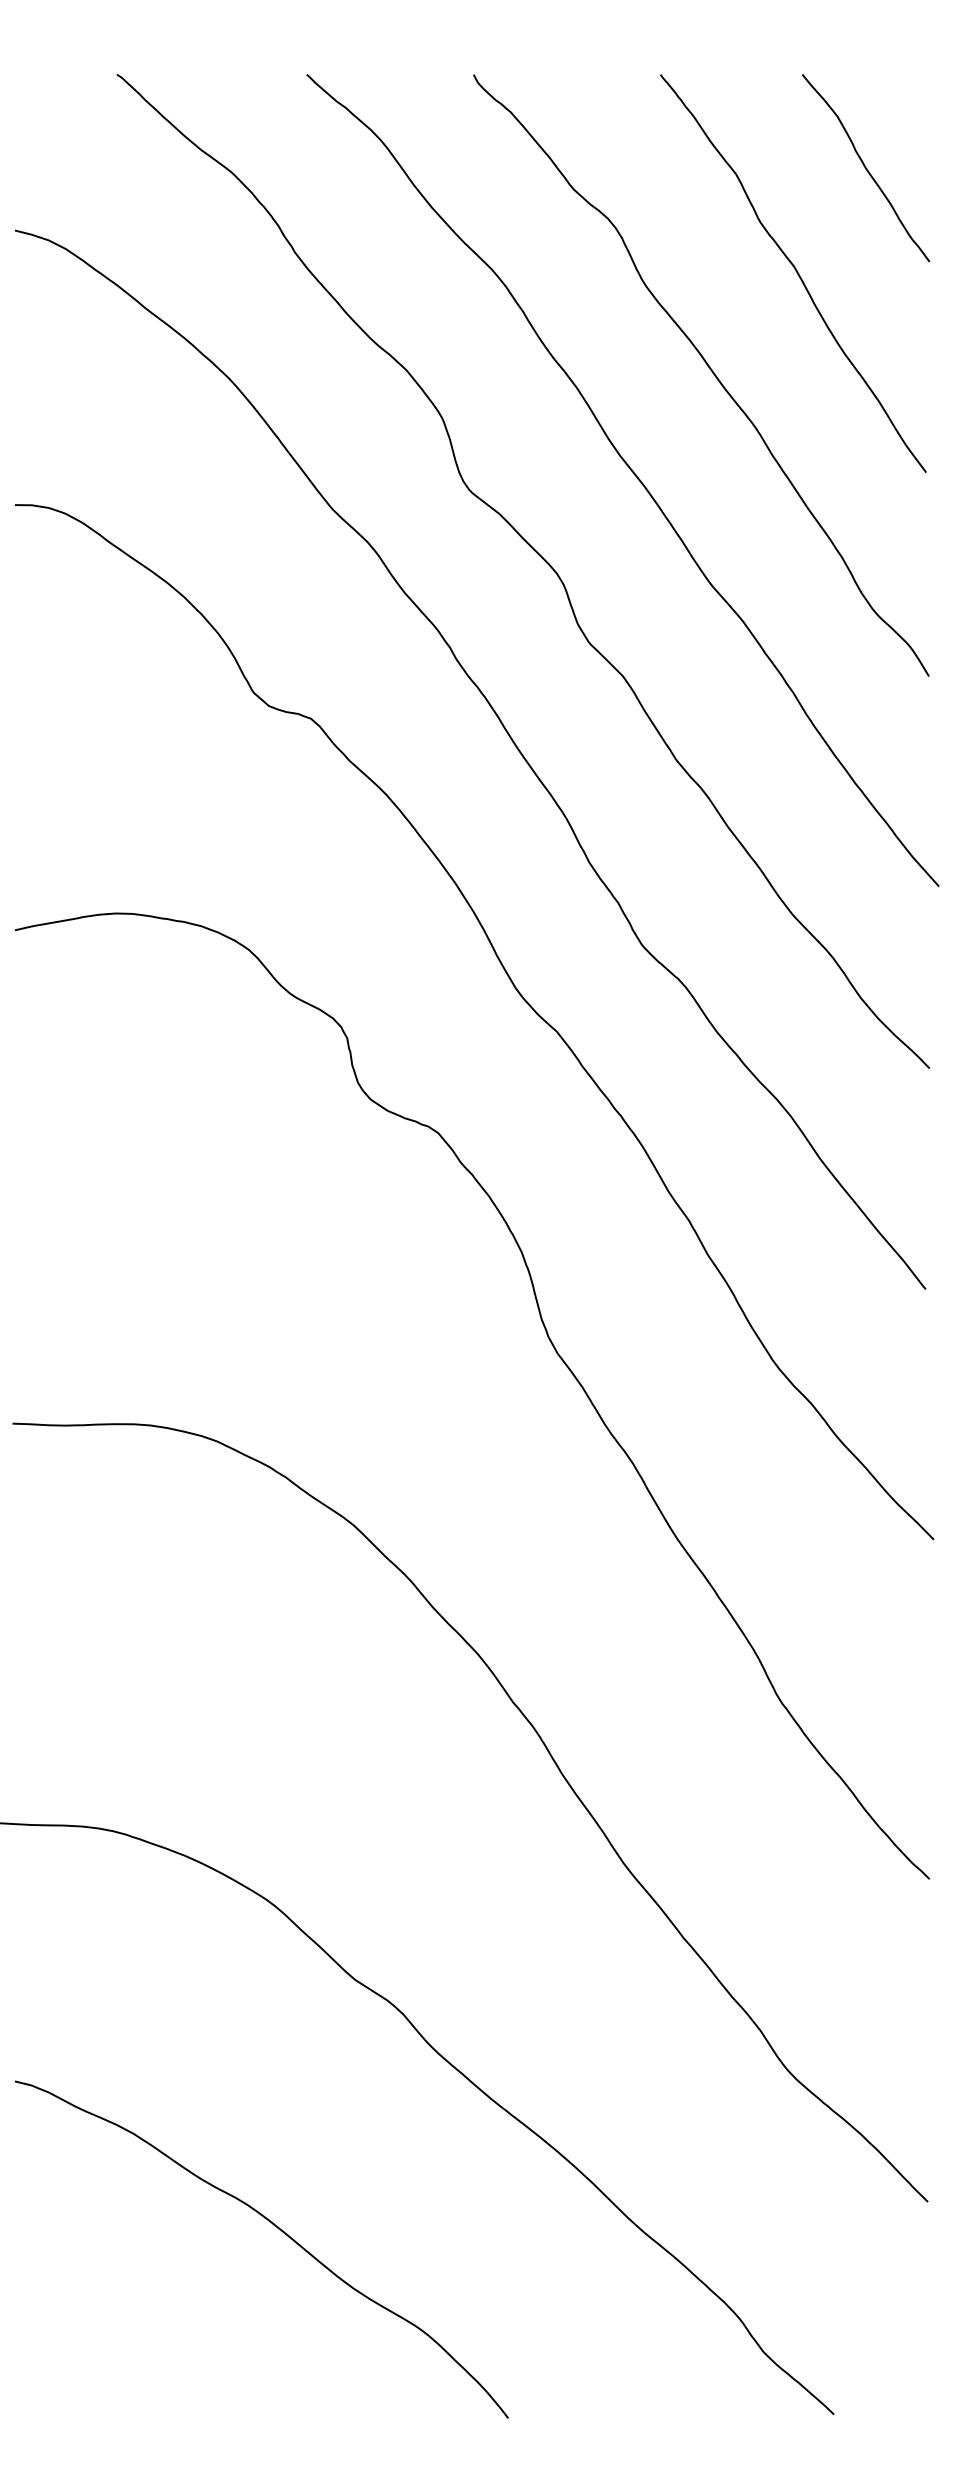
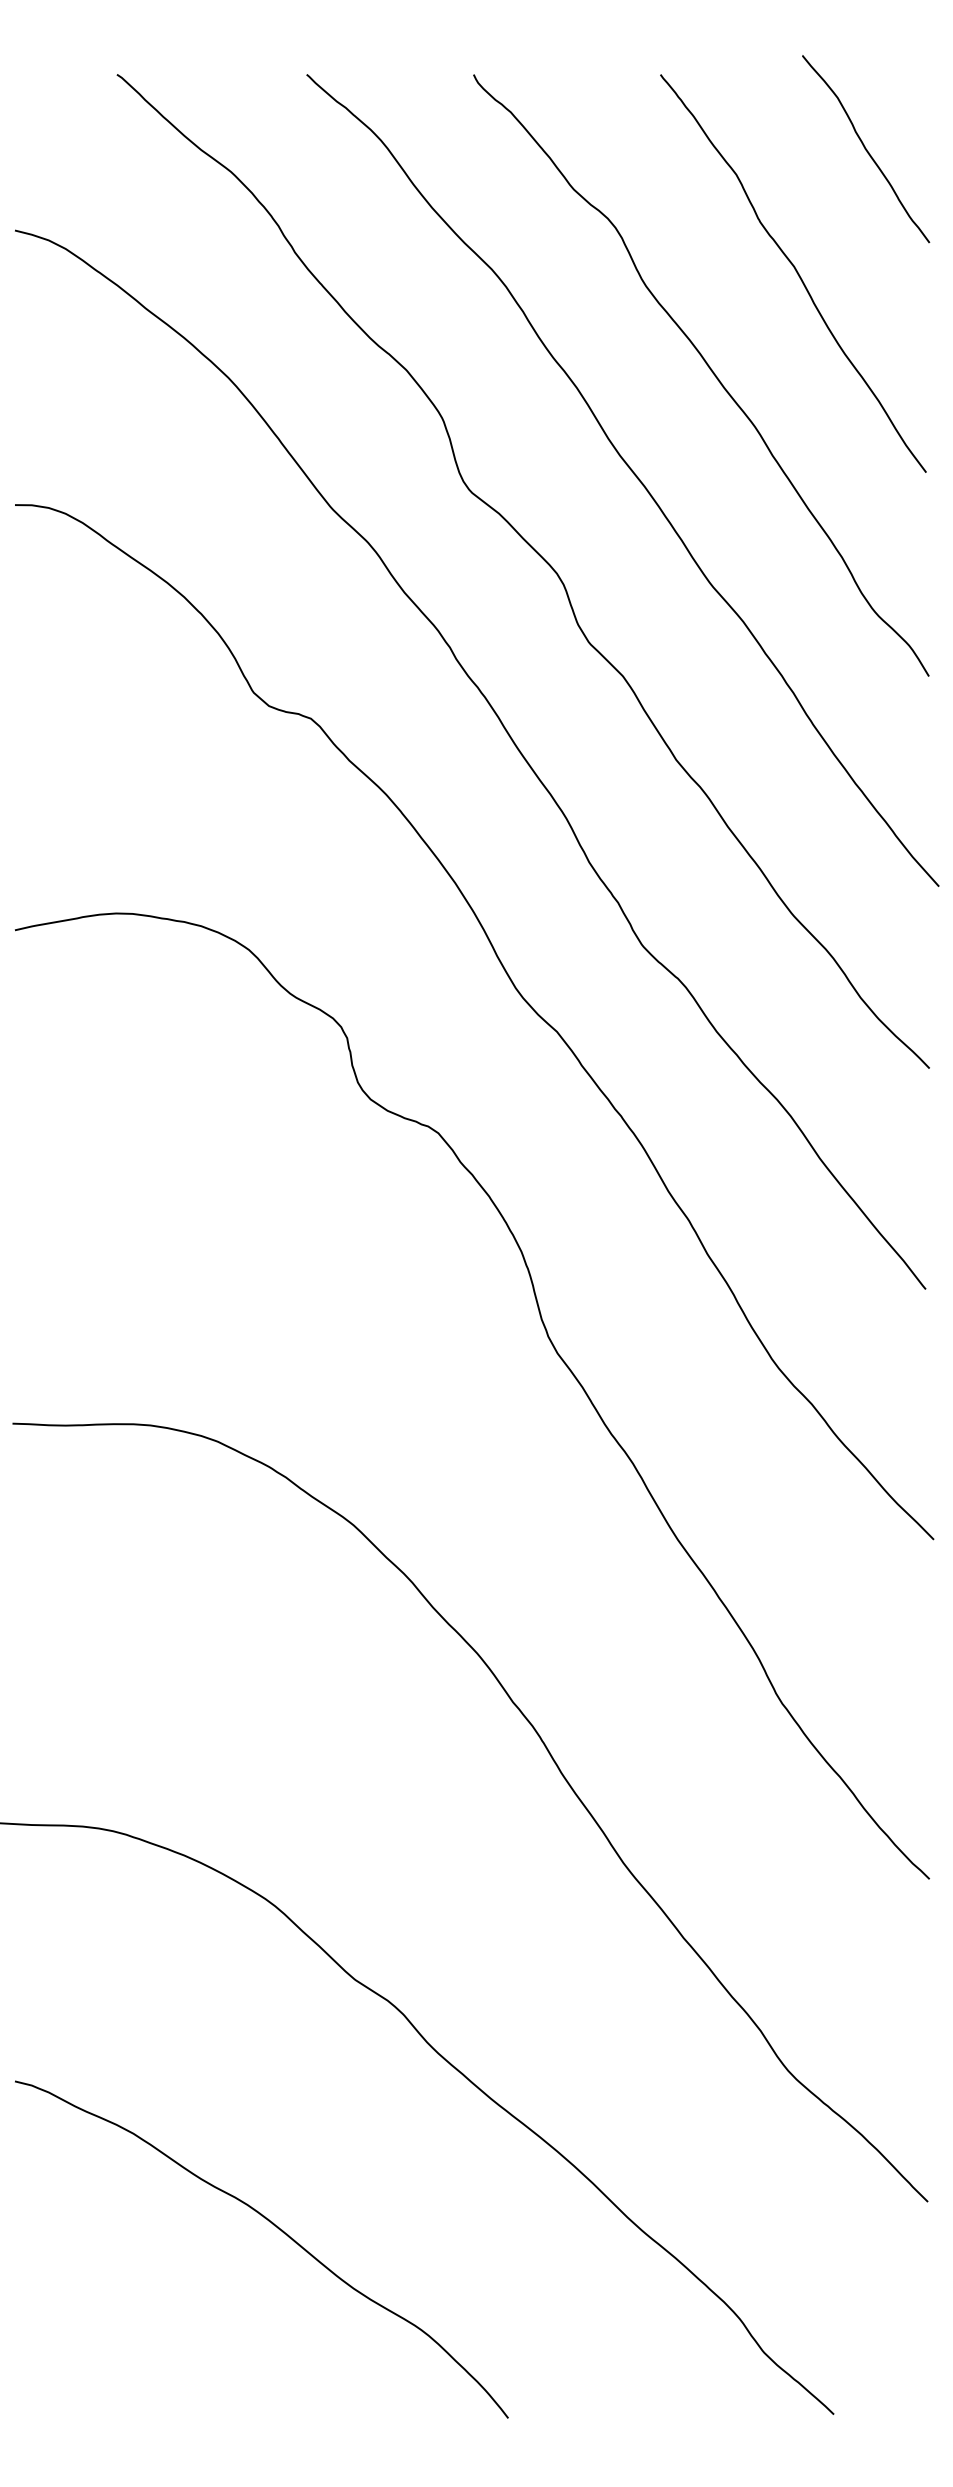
curve at (866, 168) position: (866, 168) -> (866, 149)
